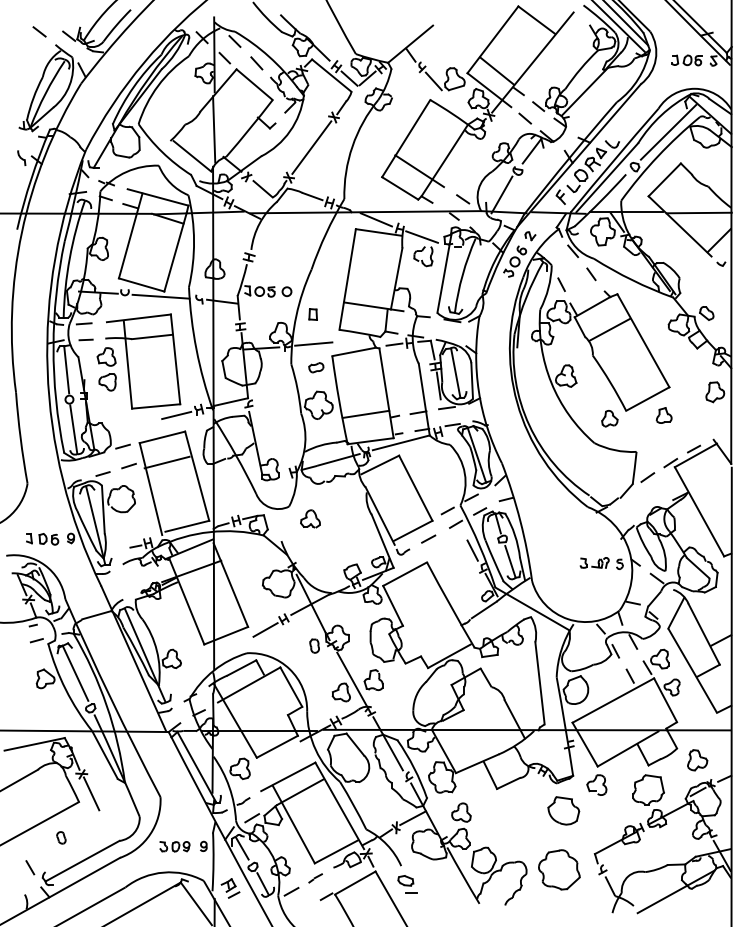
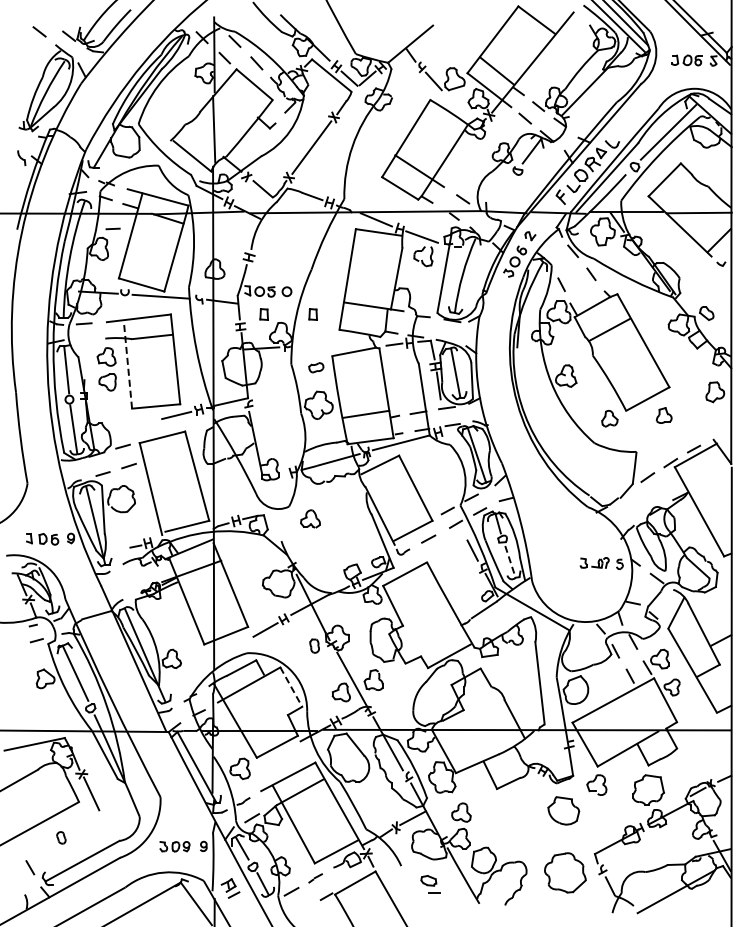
line at (501, 194): present -> none
part at (263, 314): none -> present
line at (85, 339) position: (85, 339) -> (112, 228)
line at (313, 343): present -> none
line at (127, 365): solid -> dashed
line at (166, 462): present -> none
line at (510, 561): solid -> dashed
line at (291, 687): solid -> dashed
part at (697, 760): present -> none
part at (559, 869) position: (559, 869) -> (565, 872)
part at (407, 884) position: (407, 884) -> (430, 884)
